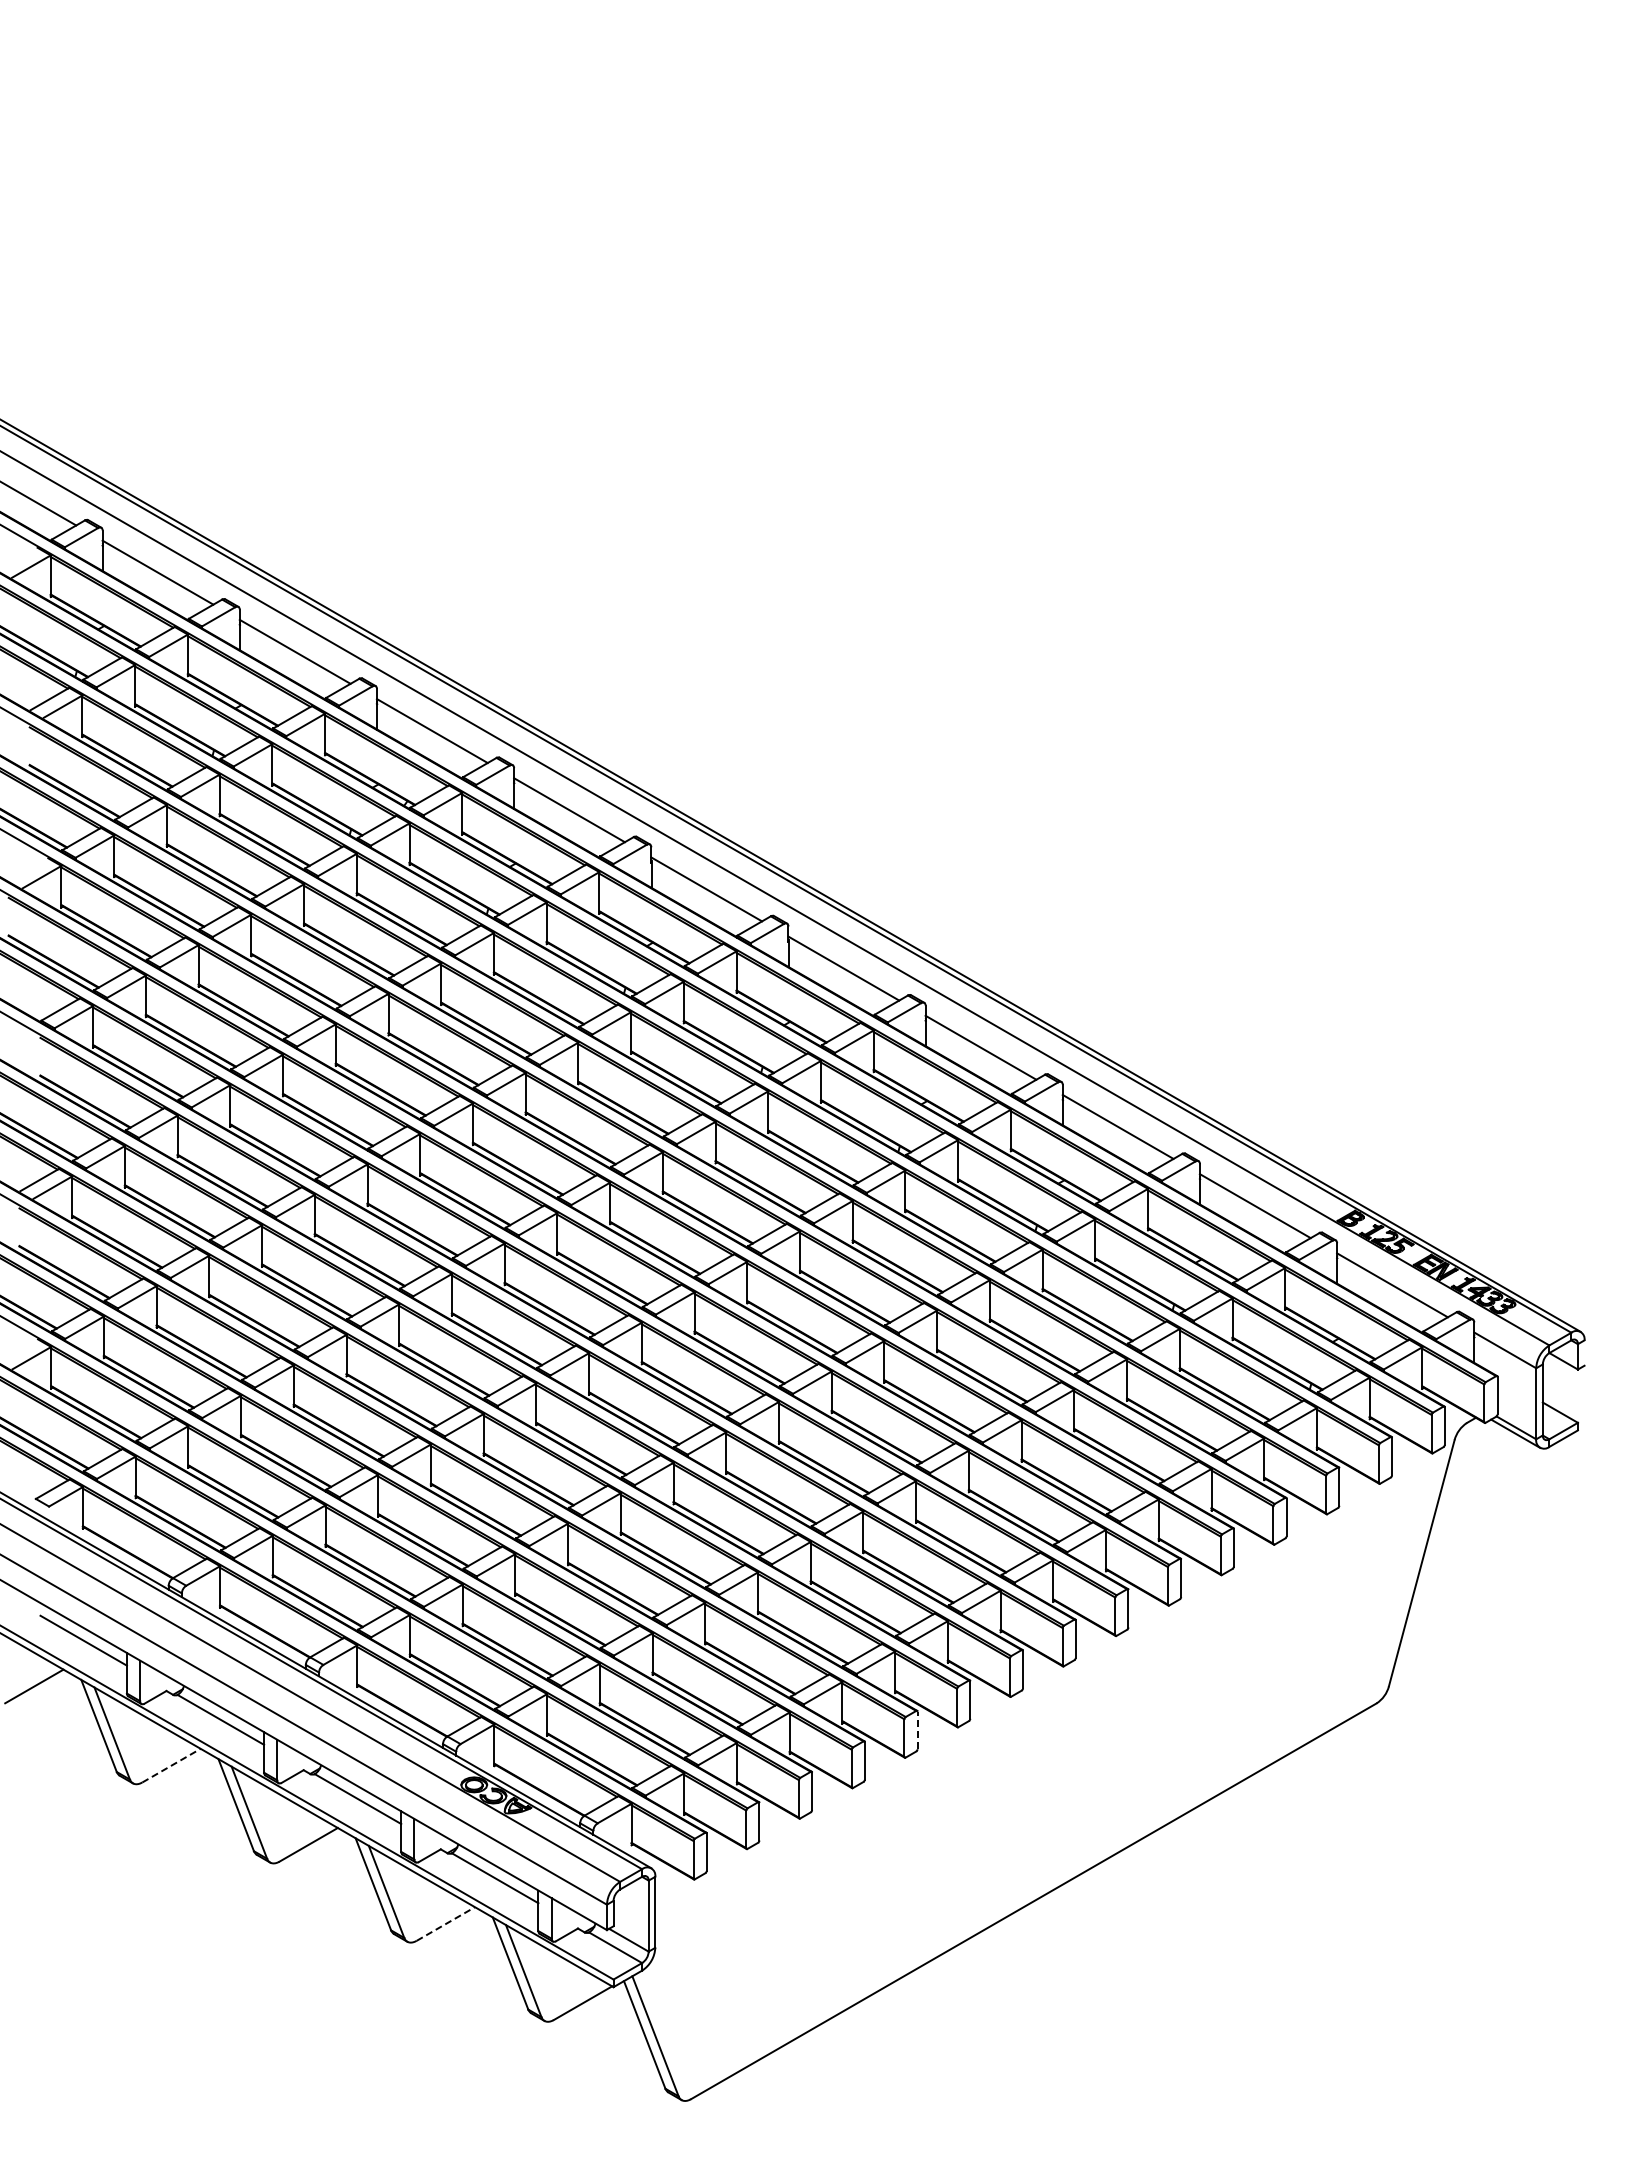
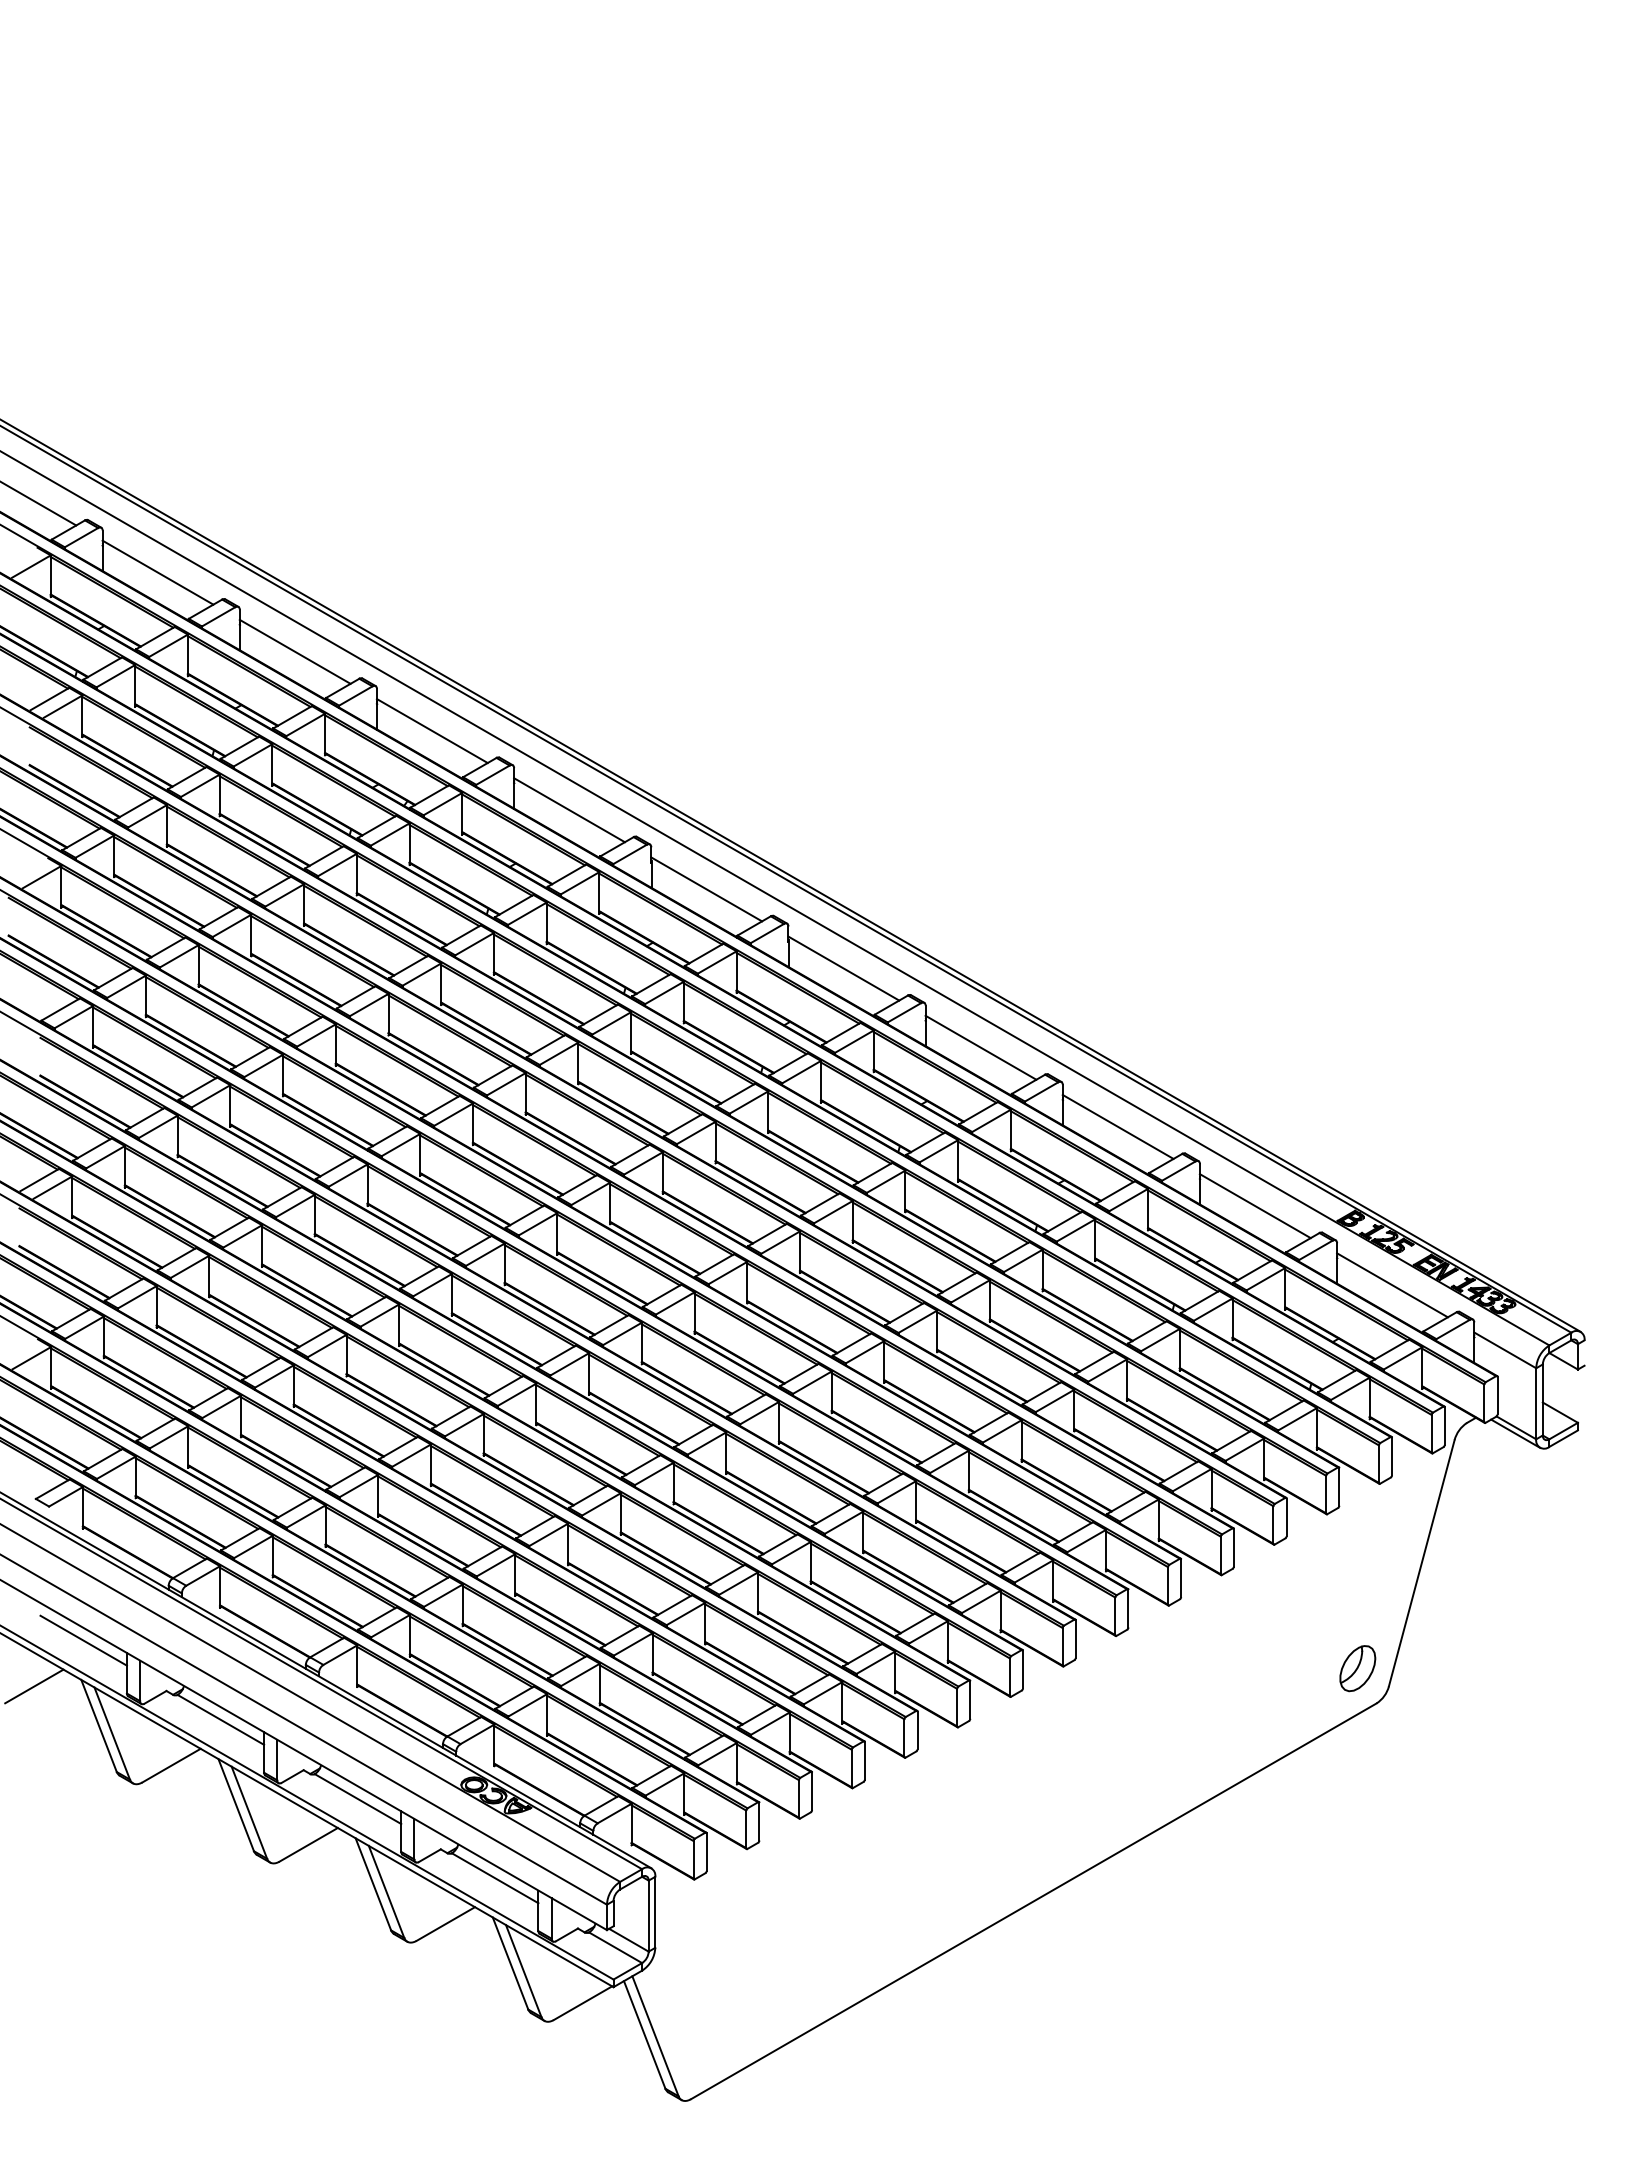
part at (1357, 1668): none -> present
line at (917, 1730): dashed -> solid
line at (171, 1765): dashed -> solid
line at (445, 1924): dashed -> solid
